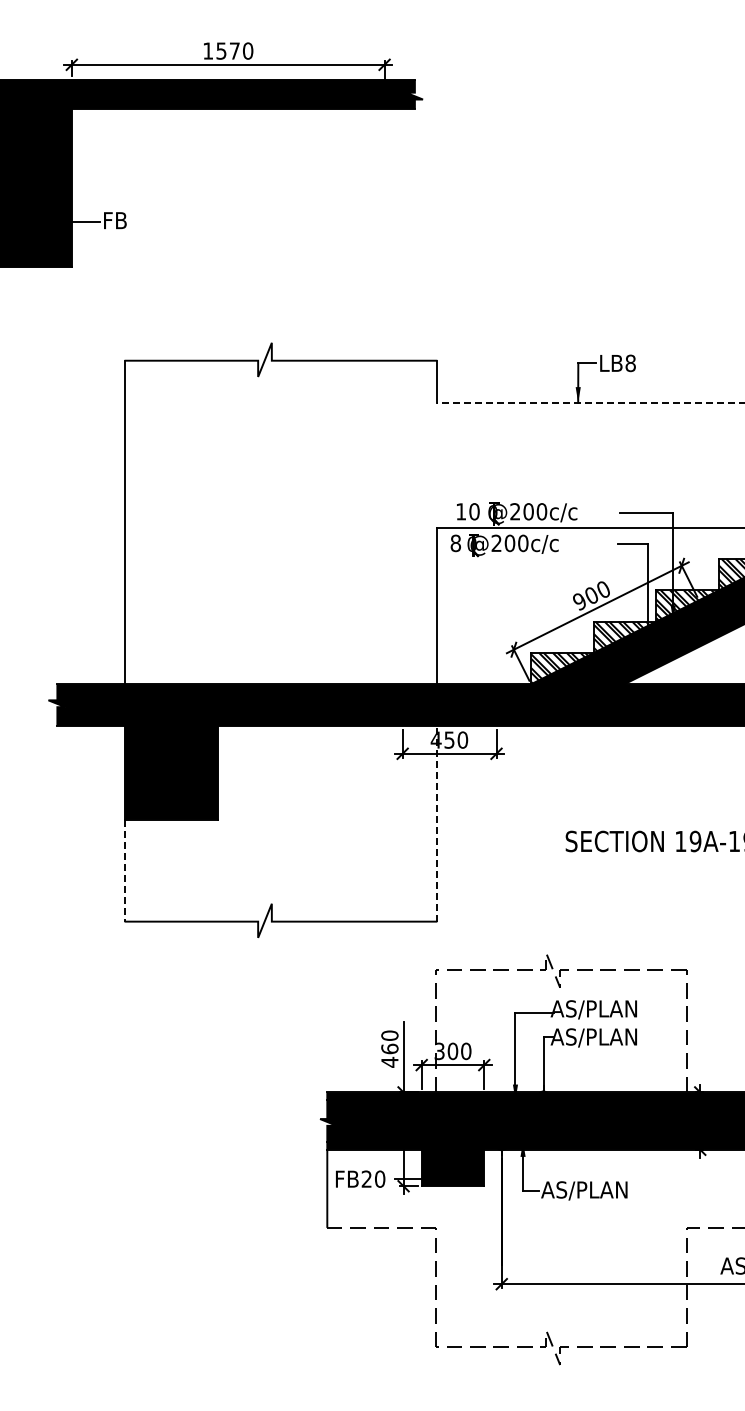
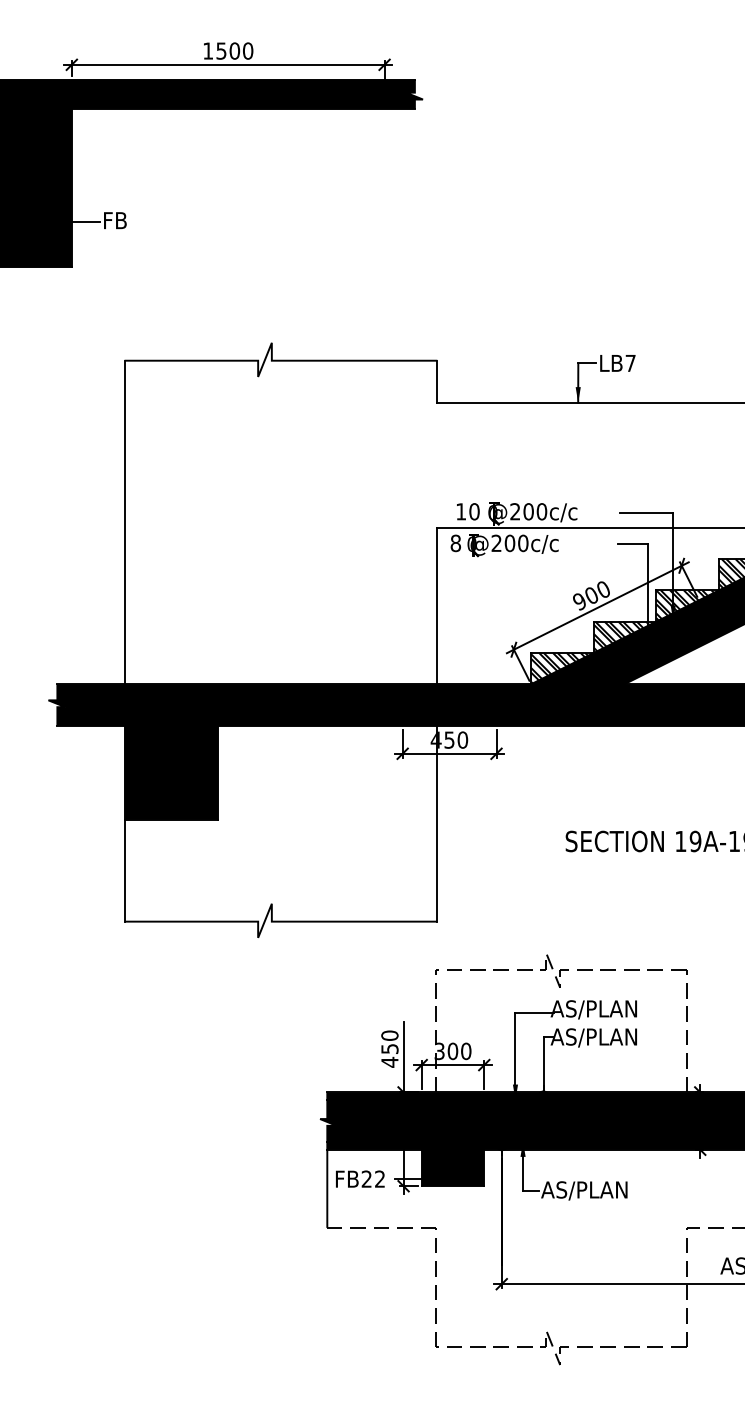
text at (234, 50): 1570 -> 1500
text at (630, 363): LB8 -> LB7
line at (591, 402): dashed -> solid
line at (437, 823): dashed -> solid
line at (124, 870): dashed -> solid
text at (389, 1048): 460 -> 450
text at (380, 1178): FB20 -> FB22
